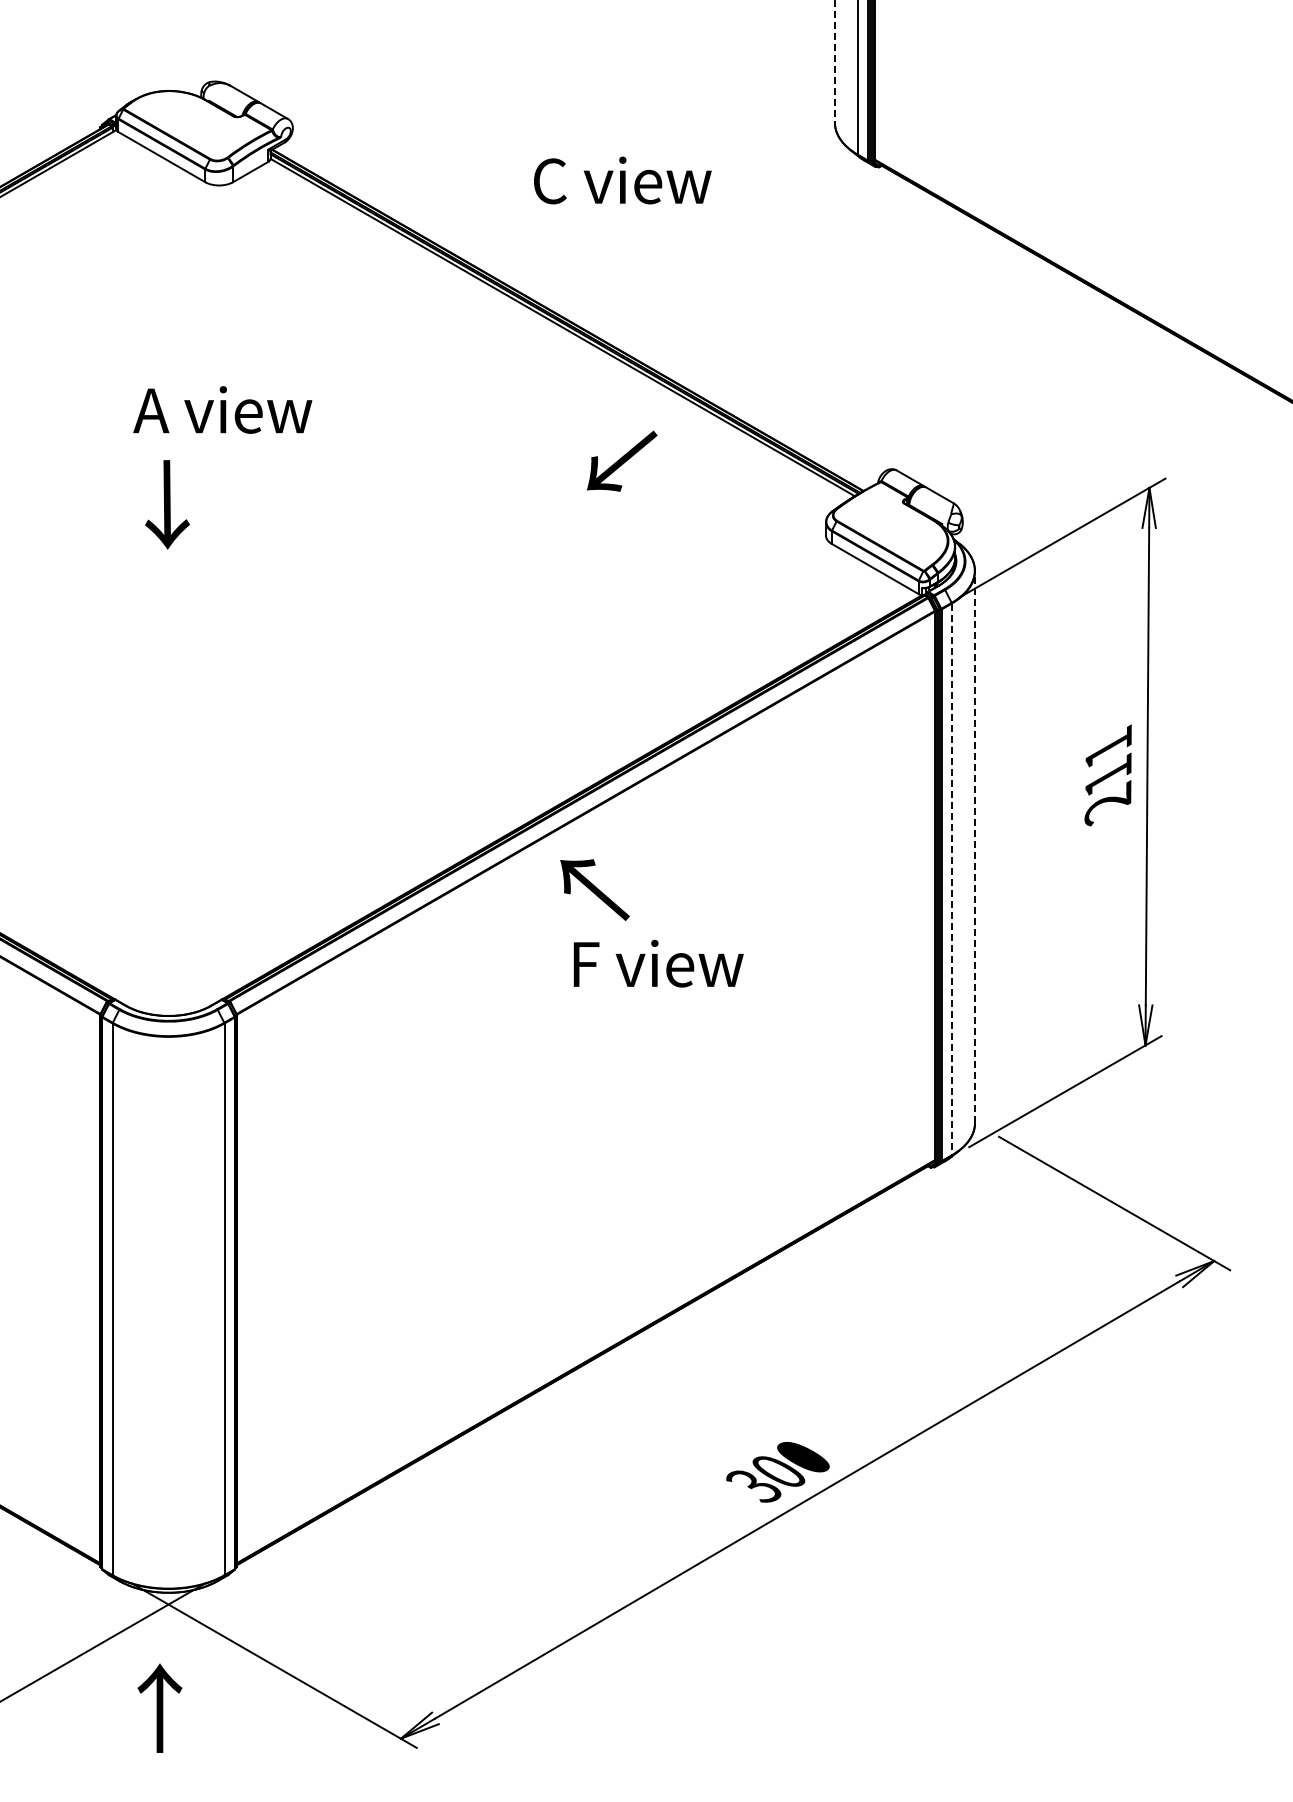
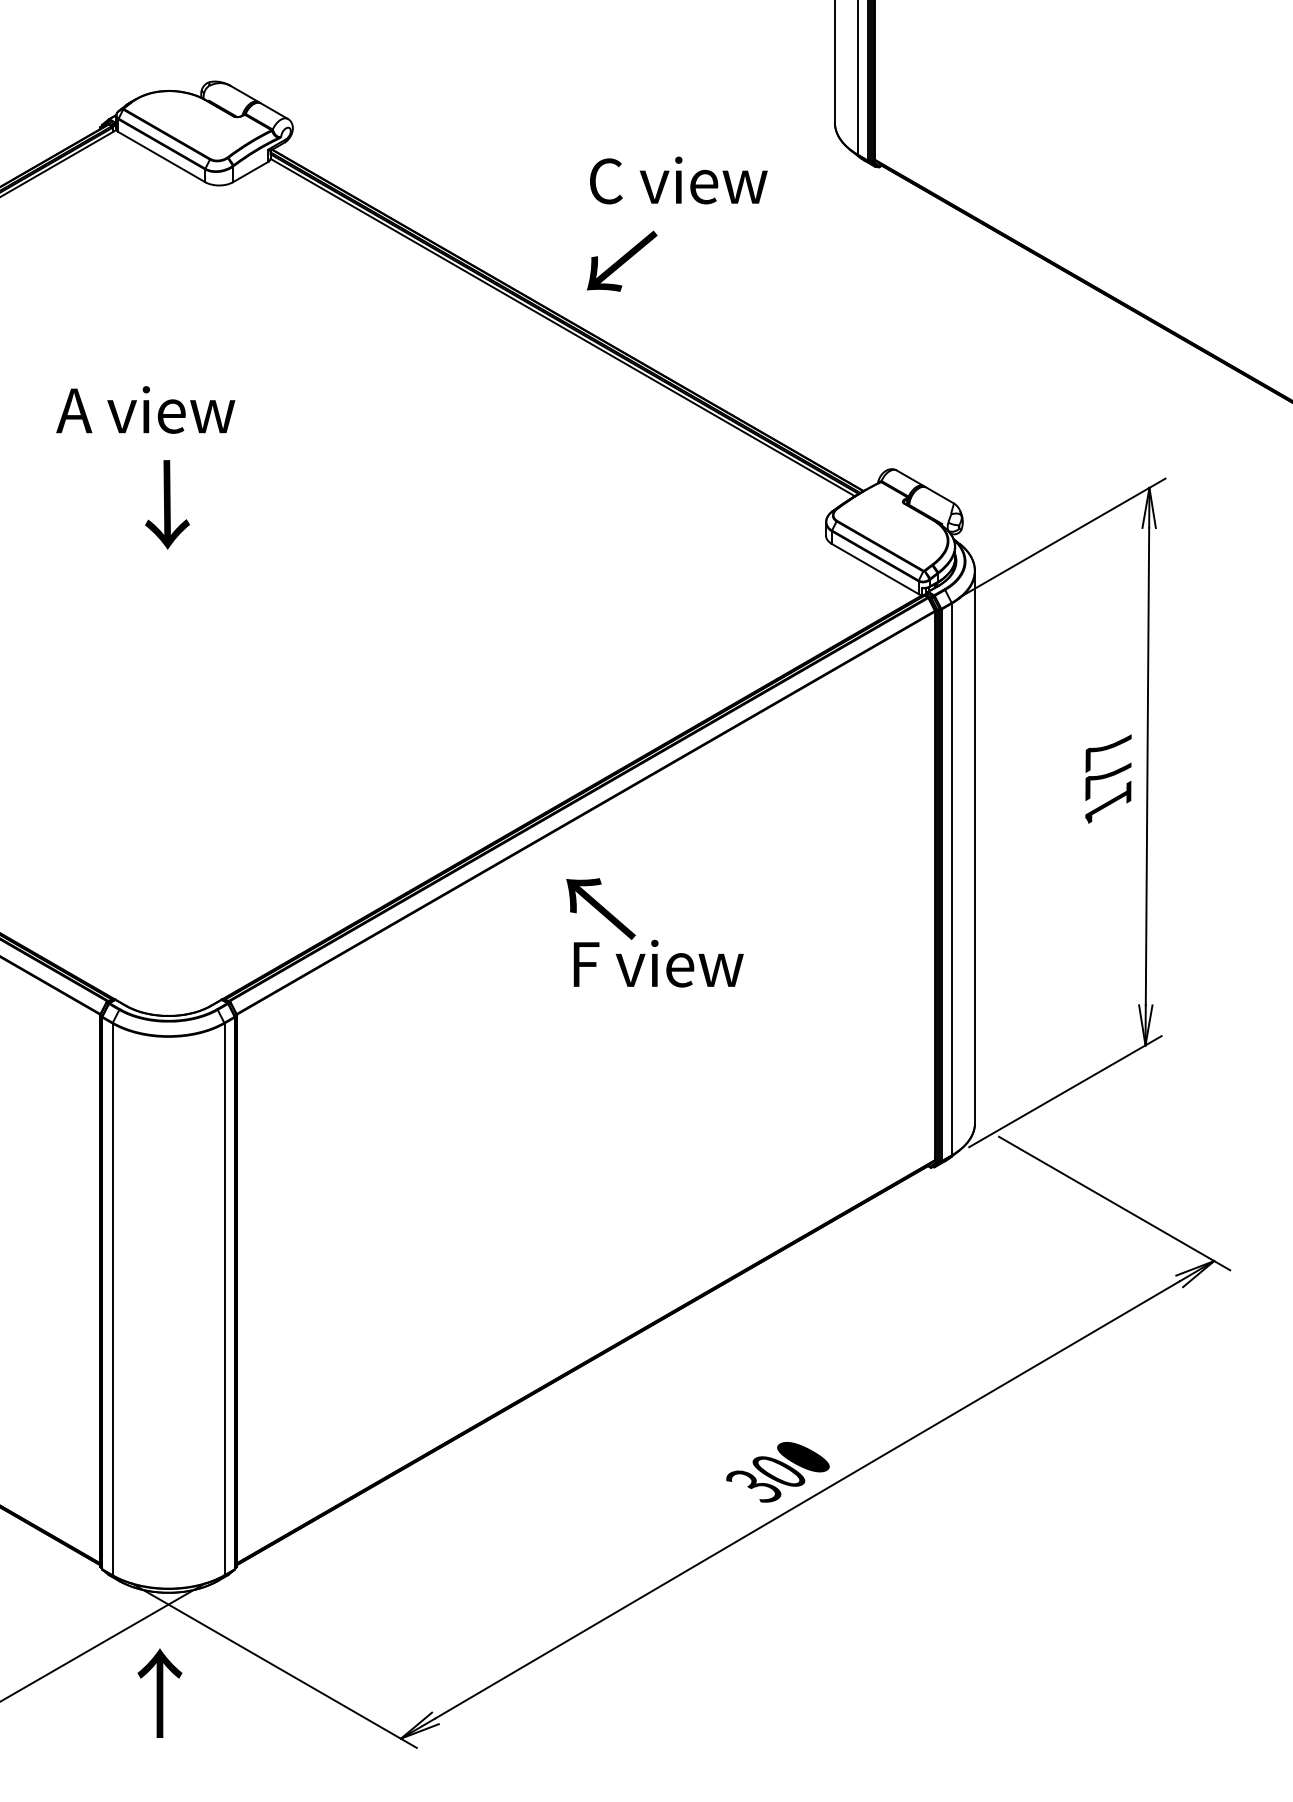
line at (834, 61): dashed -> solid
text at (622, 180) position: (622, 180) -> (678, 180)
text at (222, 409) position: (222, 409) -> (145, 409)
text at (621, 460) position: (621, 460) -> (621, 260)
text at (1107, 775): 211 -> 177
line at (975, 847): dashed -> solid
line at (951, 879): dashed -> solid
text at (594, 889) position: (594, 889) -> (600, 908)
text at (159, 1707) position: (159, 1707) -> (159, 1692)
